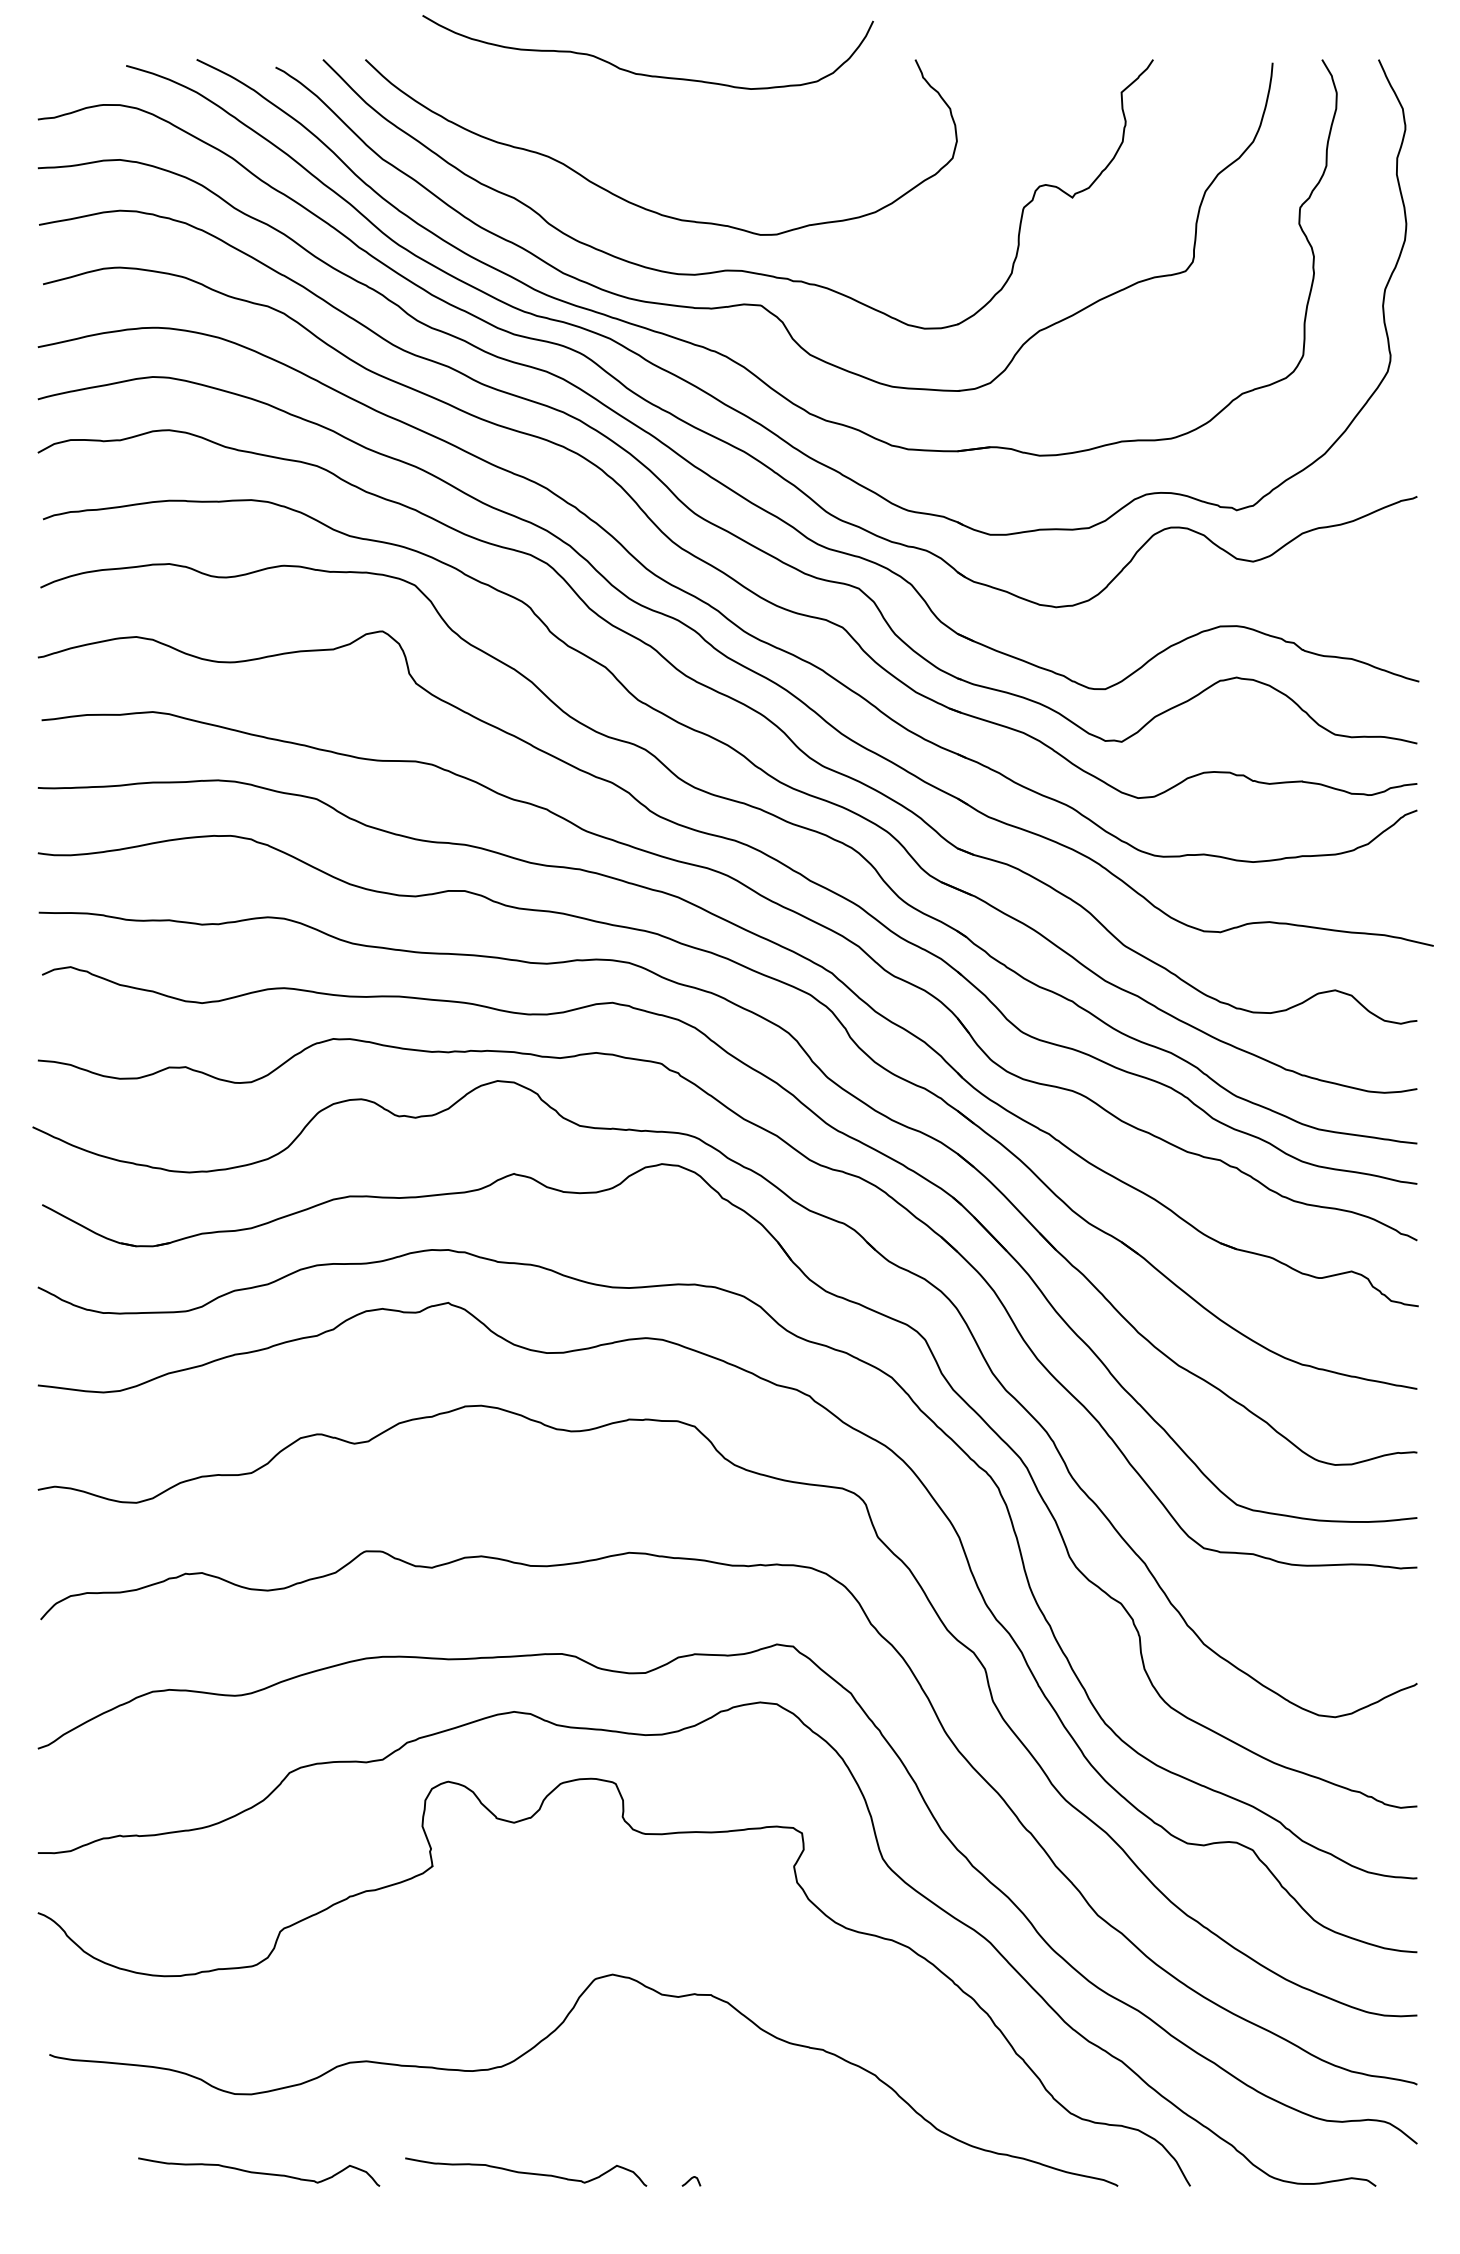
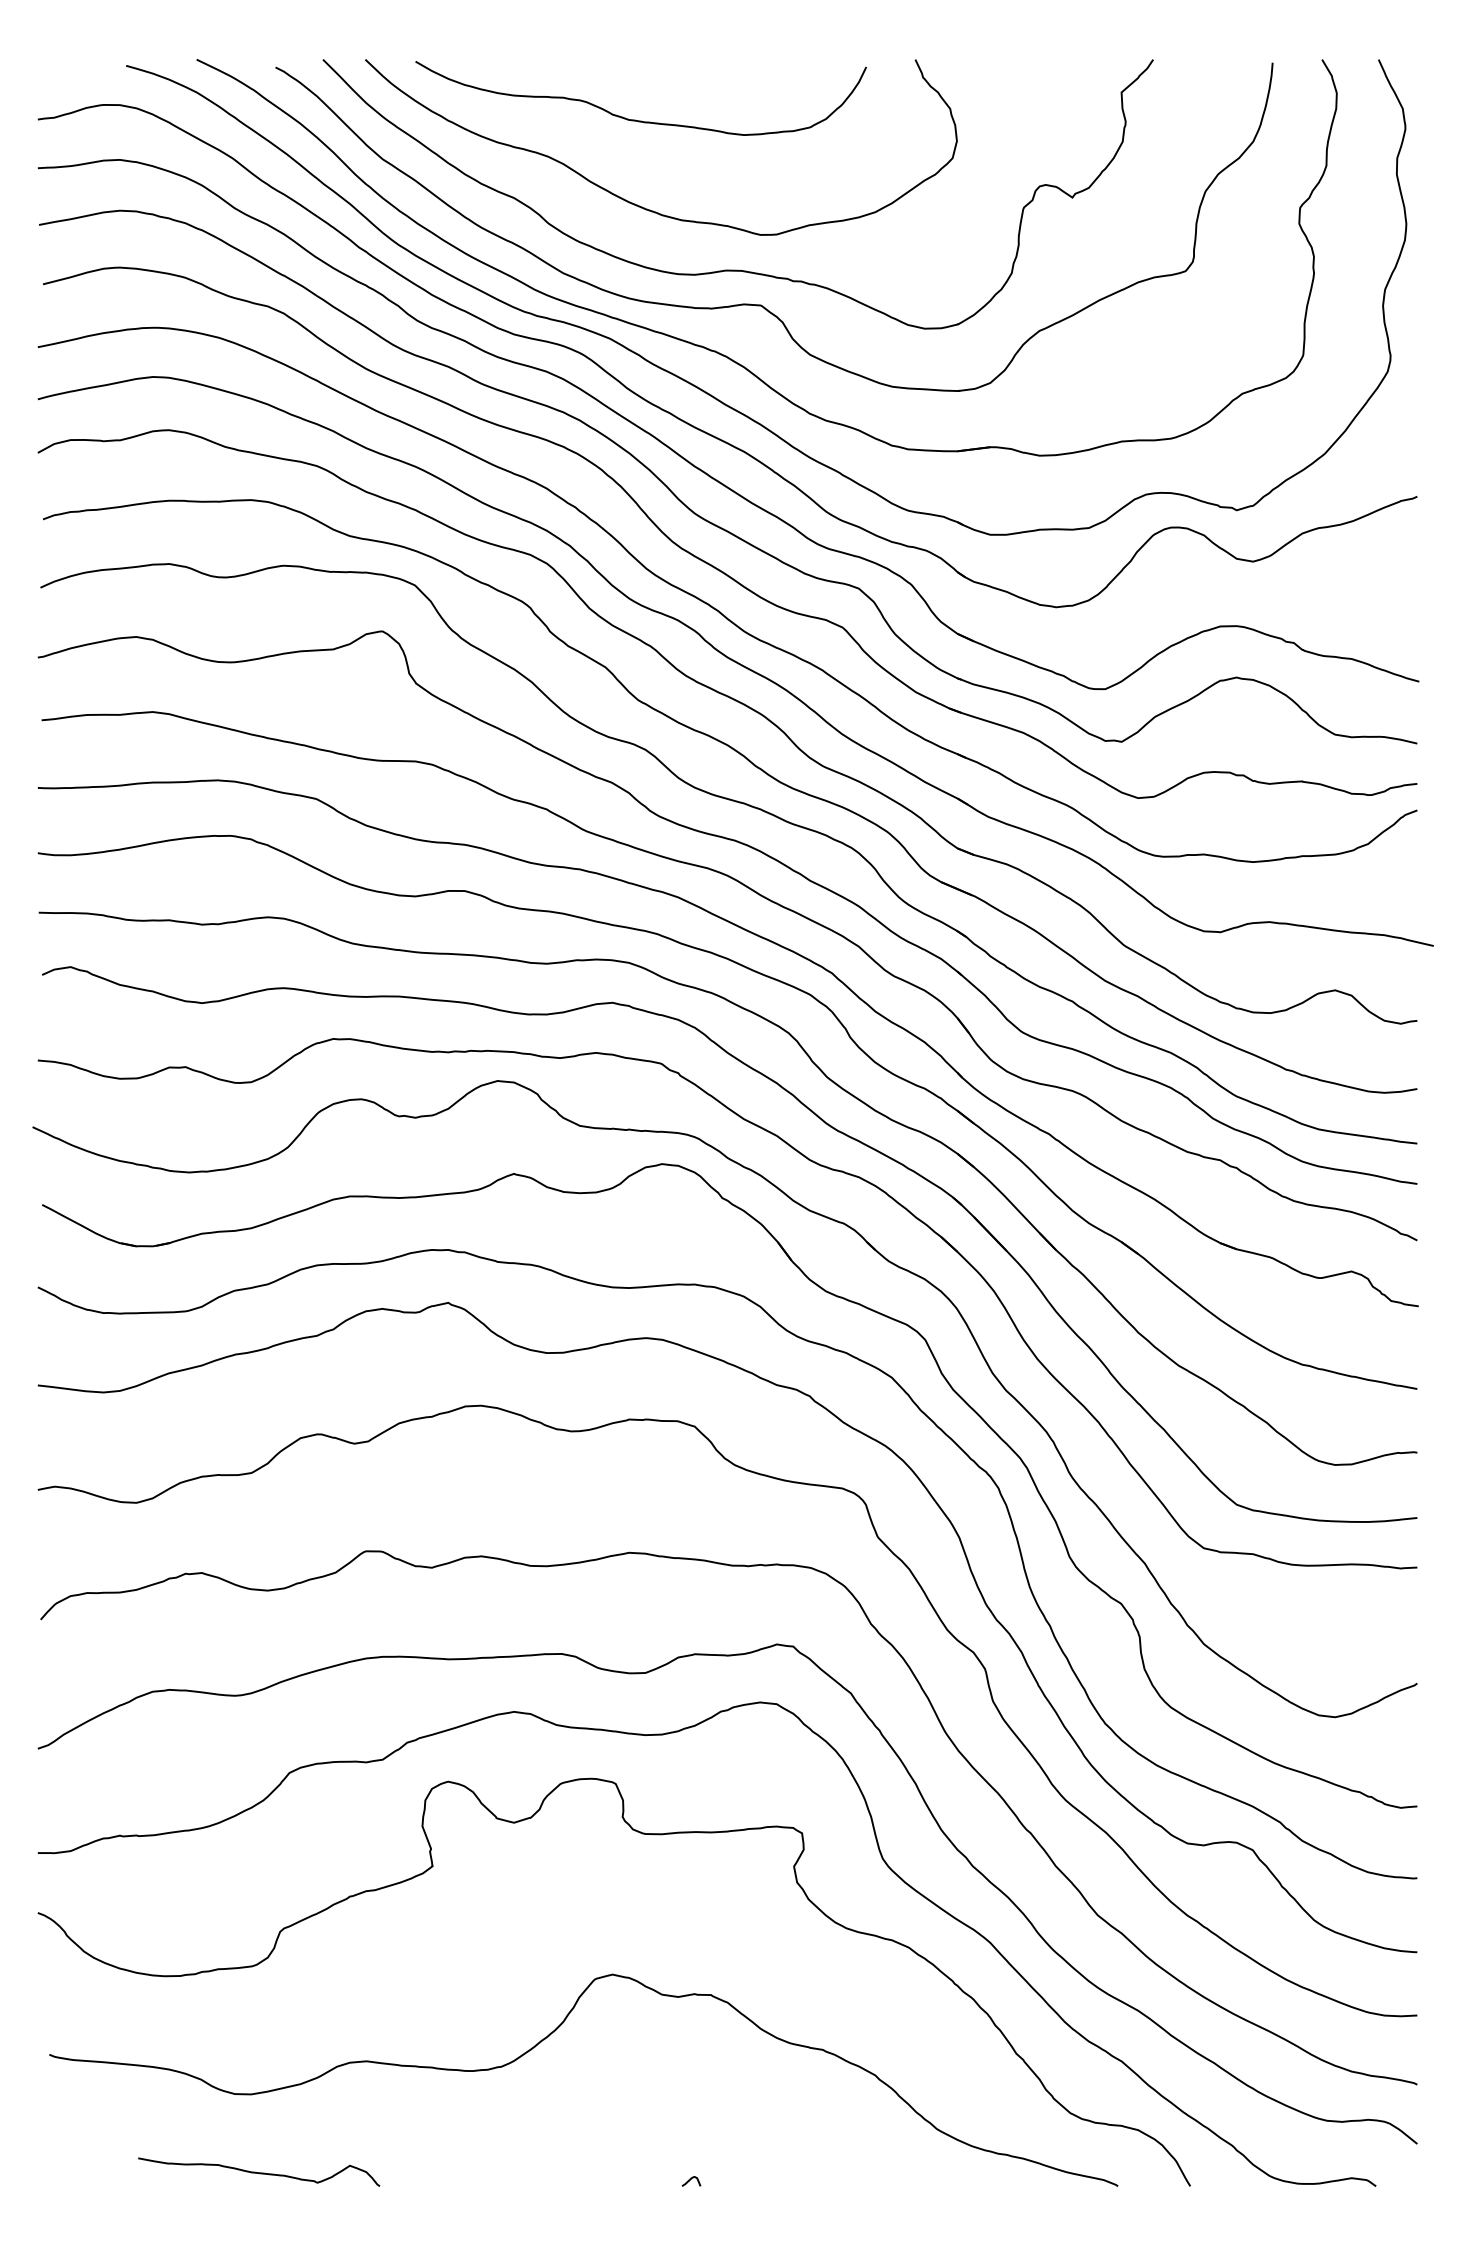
curve at (642, 73) position: (642, 73) -> (635, 119)
curve at (526, 2172): present -> none
